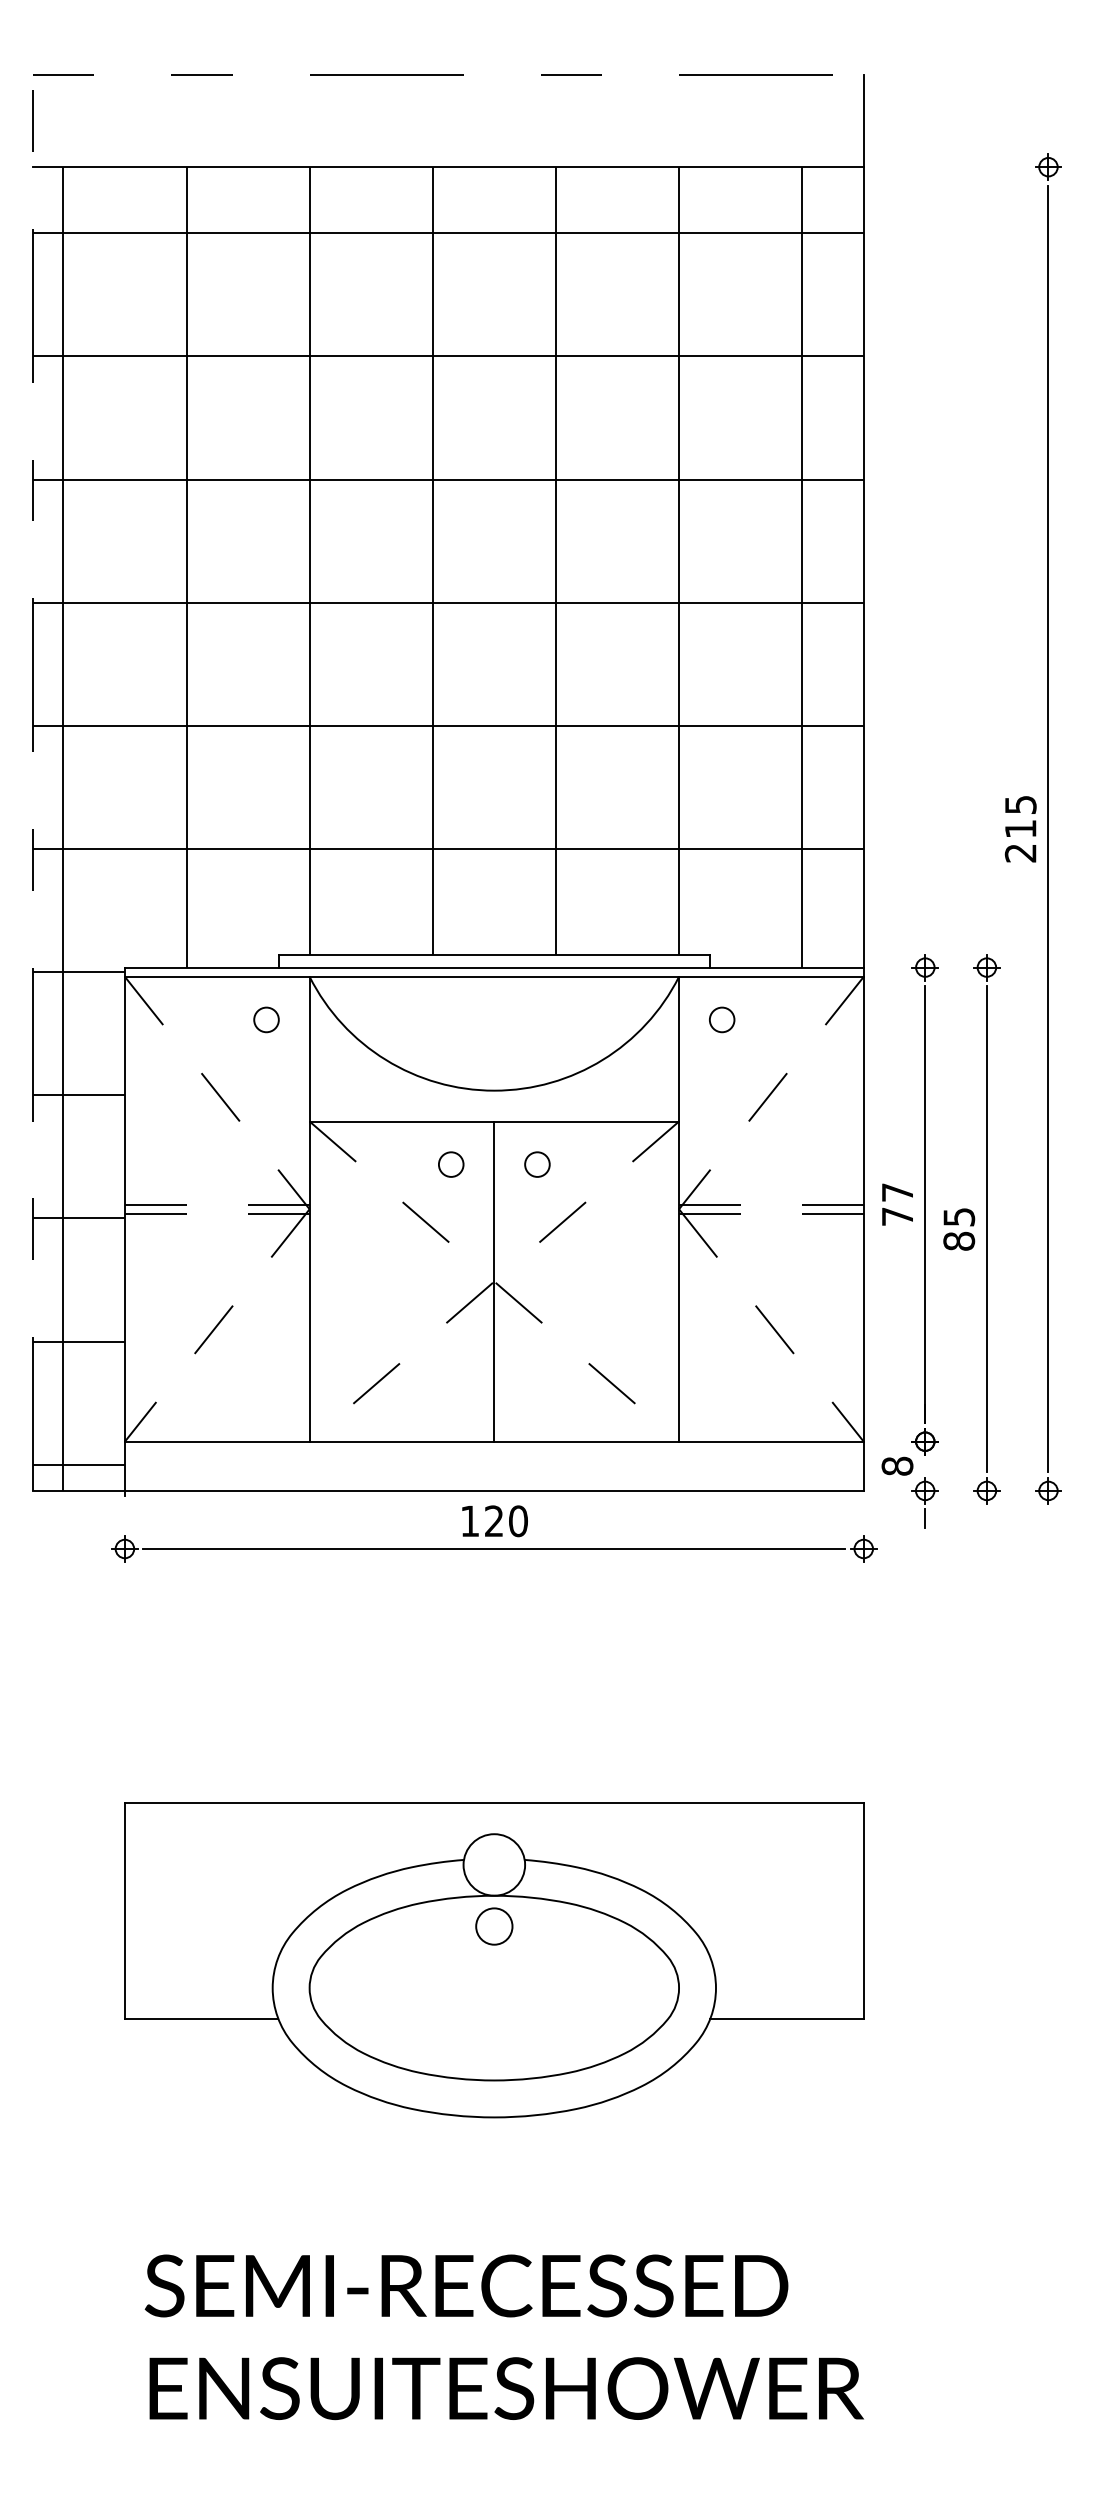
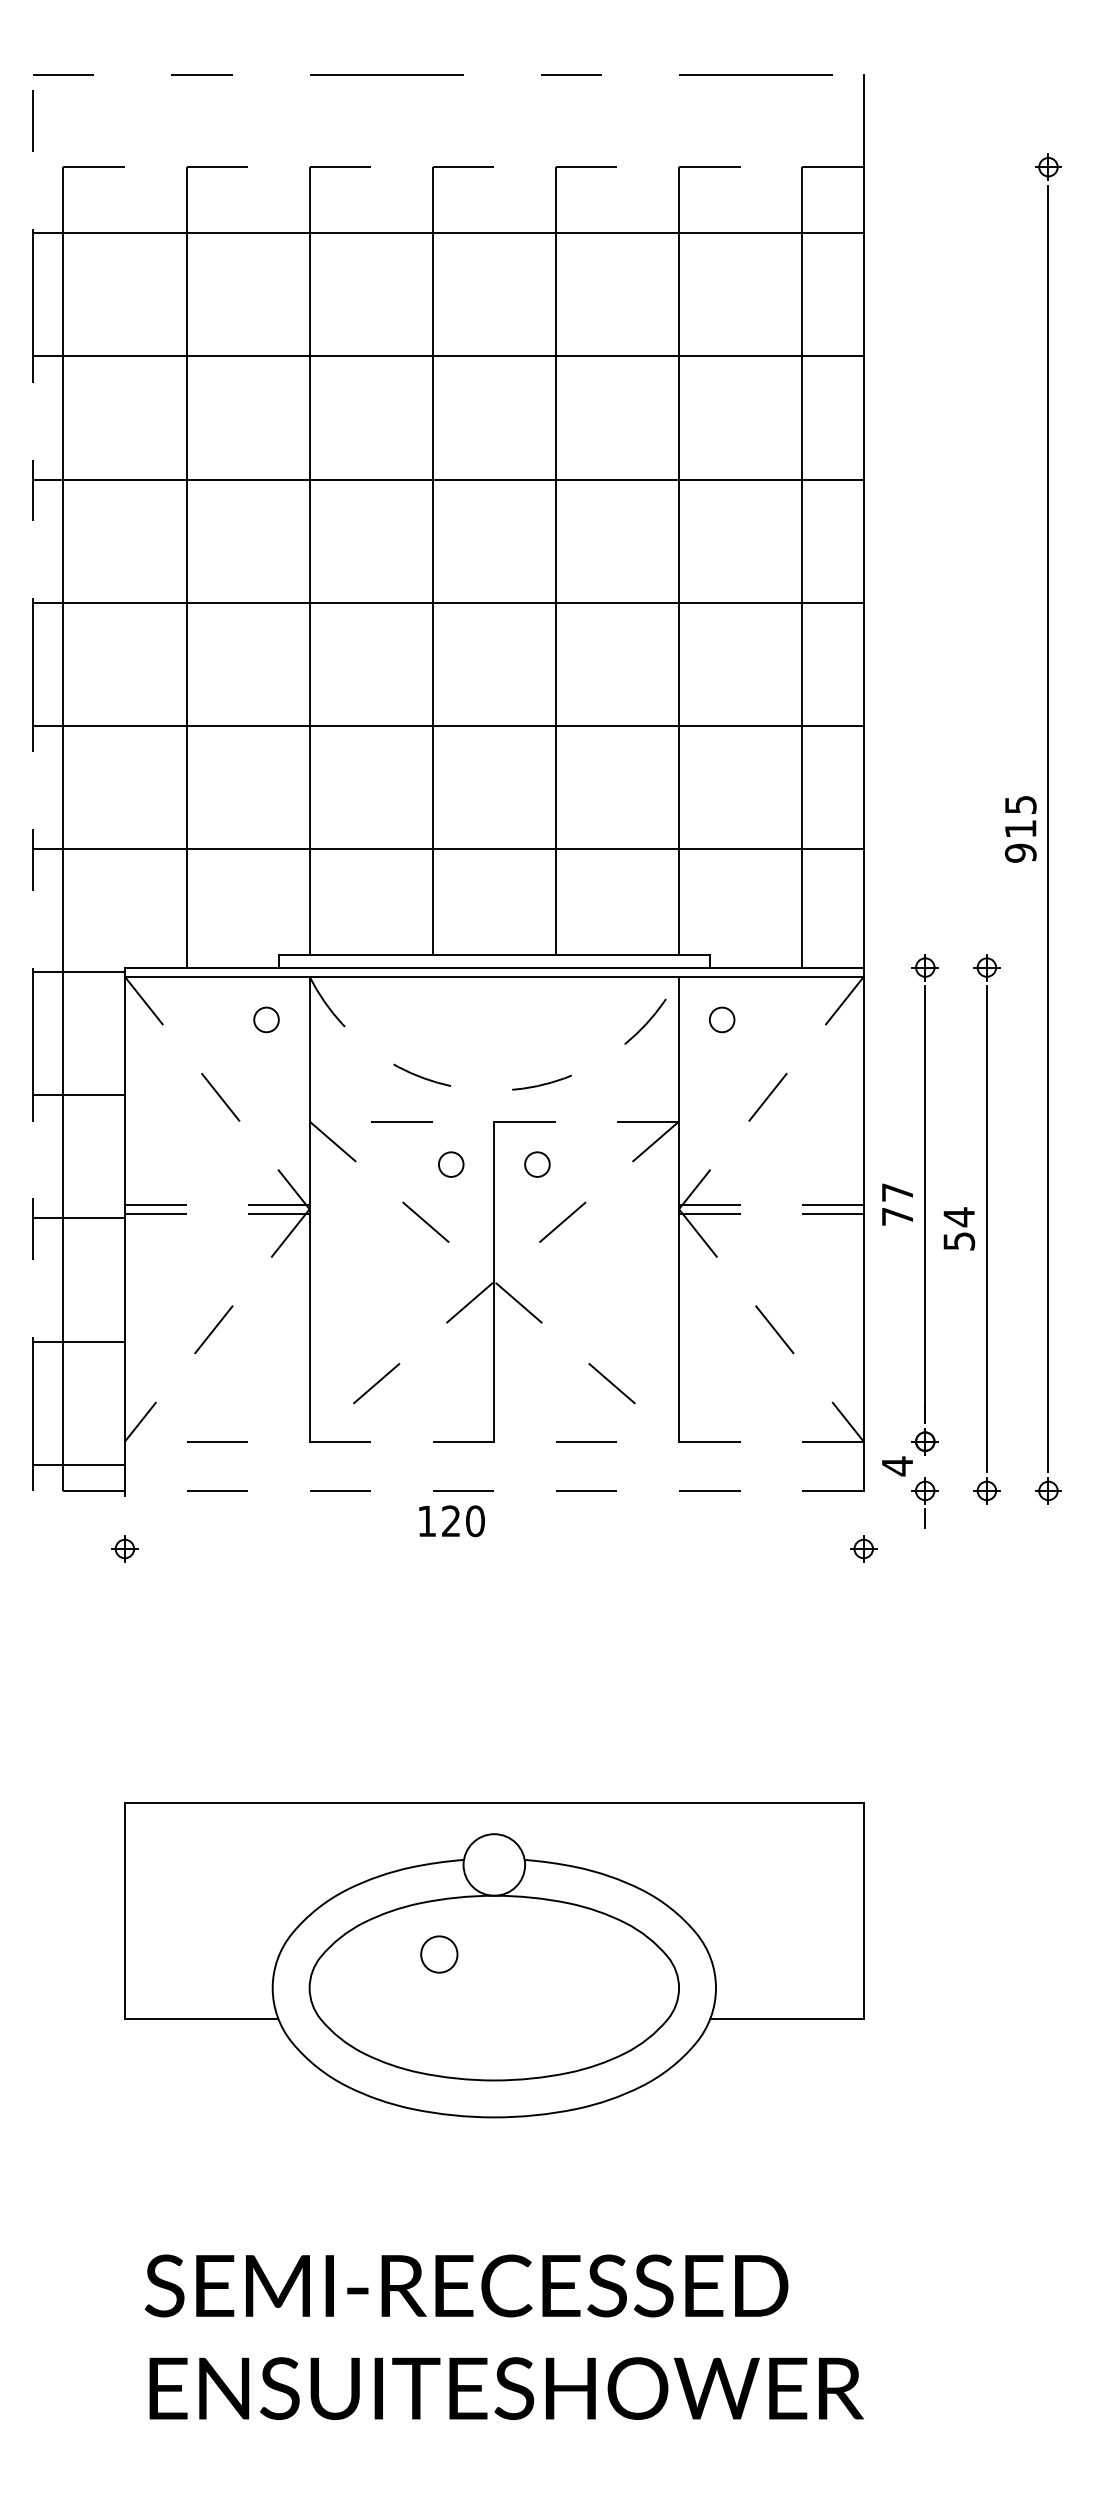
line at (448, 167): solid -> dashed
text at (1020, 852): 215 -> 915
arc at (494, 1090): solid -> dashed
line at (494, 1121): solid -> dashed
text at (959, 1228): 85 -> 54
line at (493, 1441): solid -> dashed
text at (897, 1466): 8 -> 4
line at (448, 1490): solid -> dashed
text at (494, 1521) position: (494, 1521) -> (451, 1521)
line at (494, 1549): present -> none
circle at (494, 1926) position: (494, 1926) -> (439, 1954)
